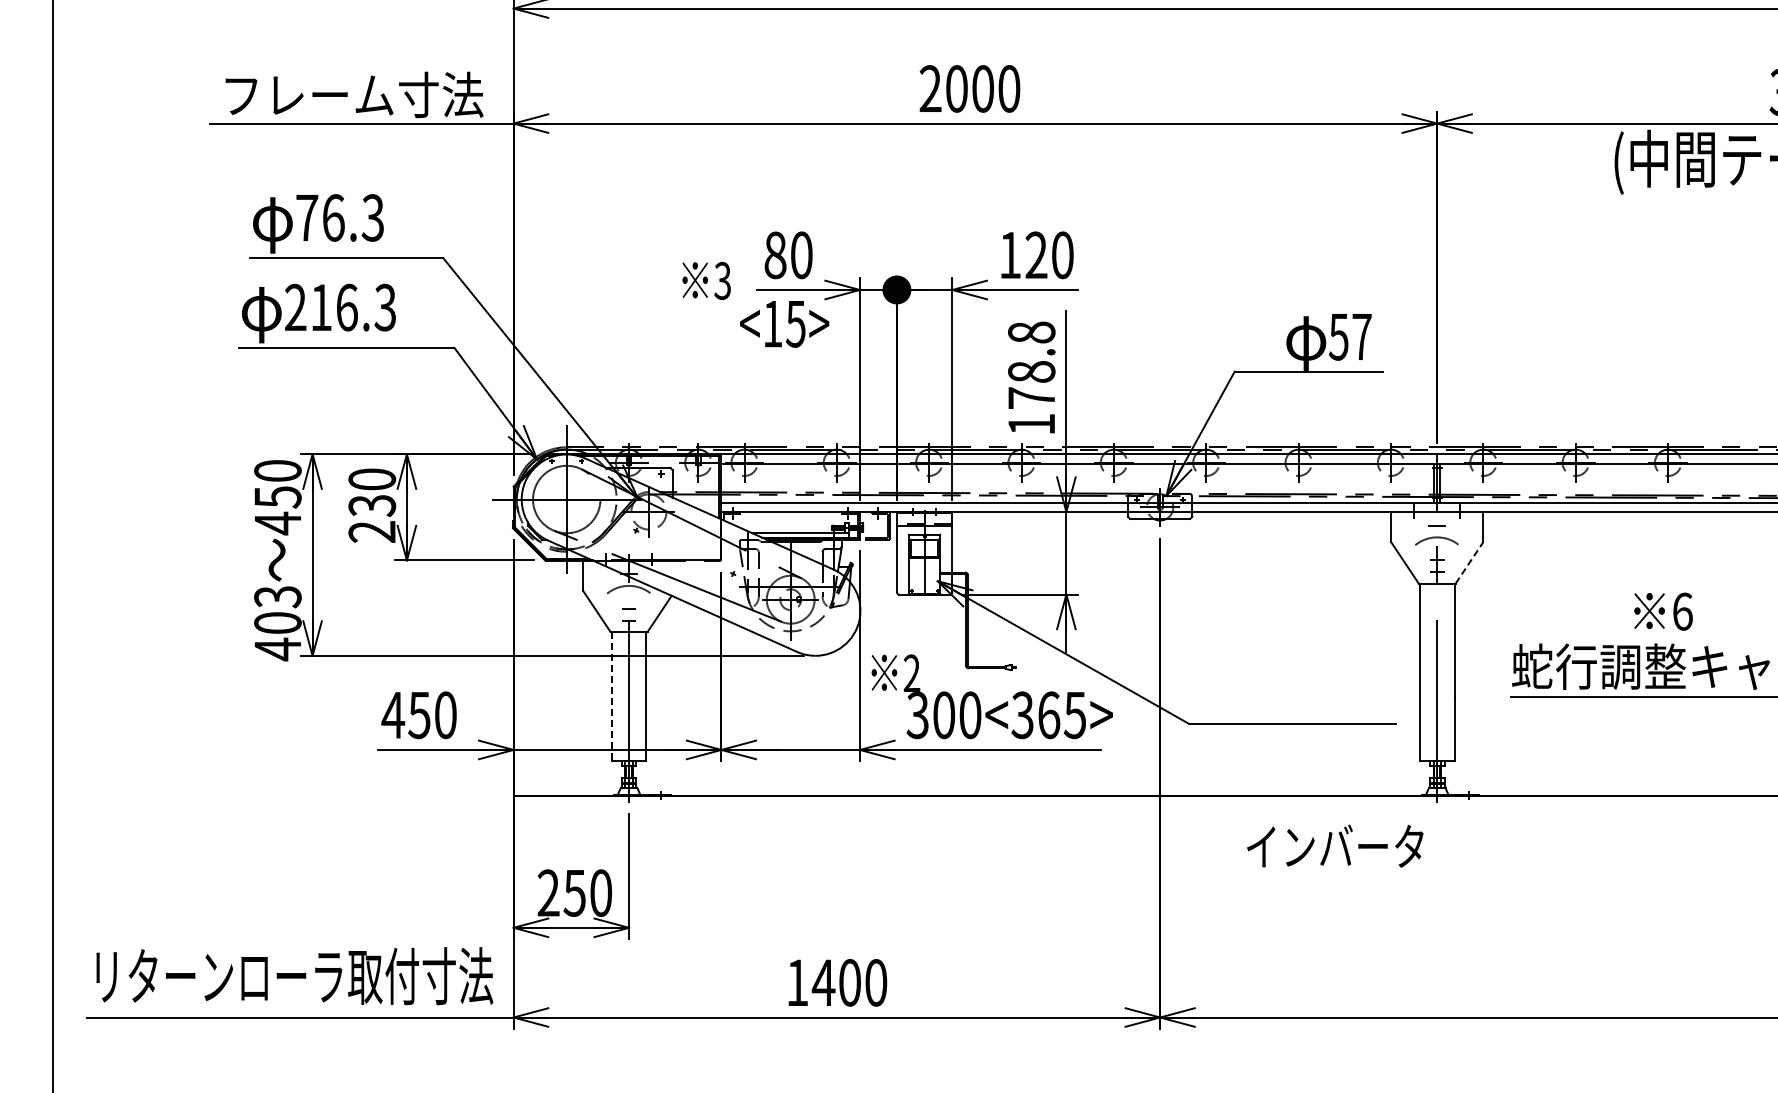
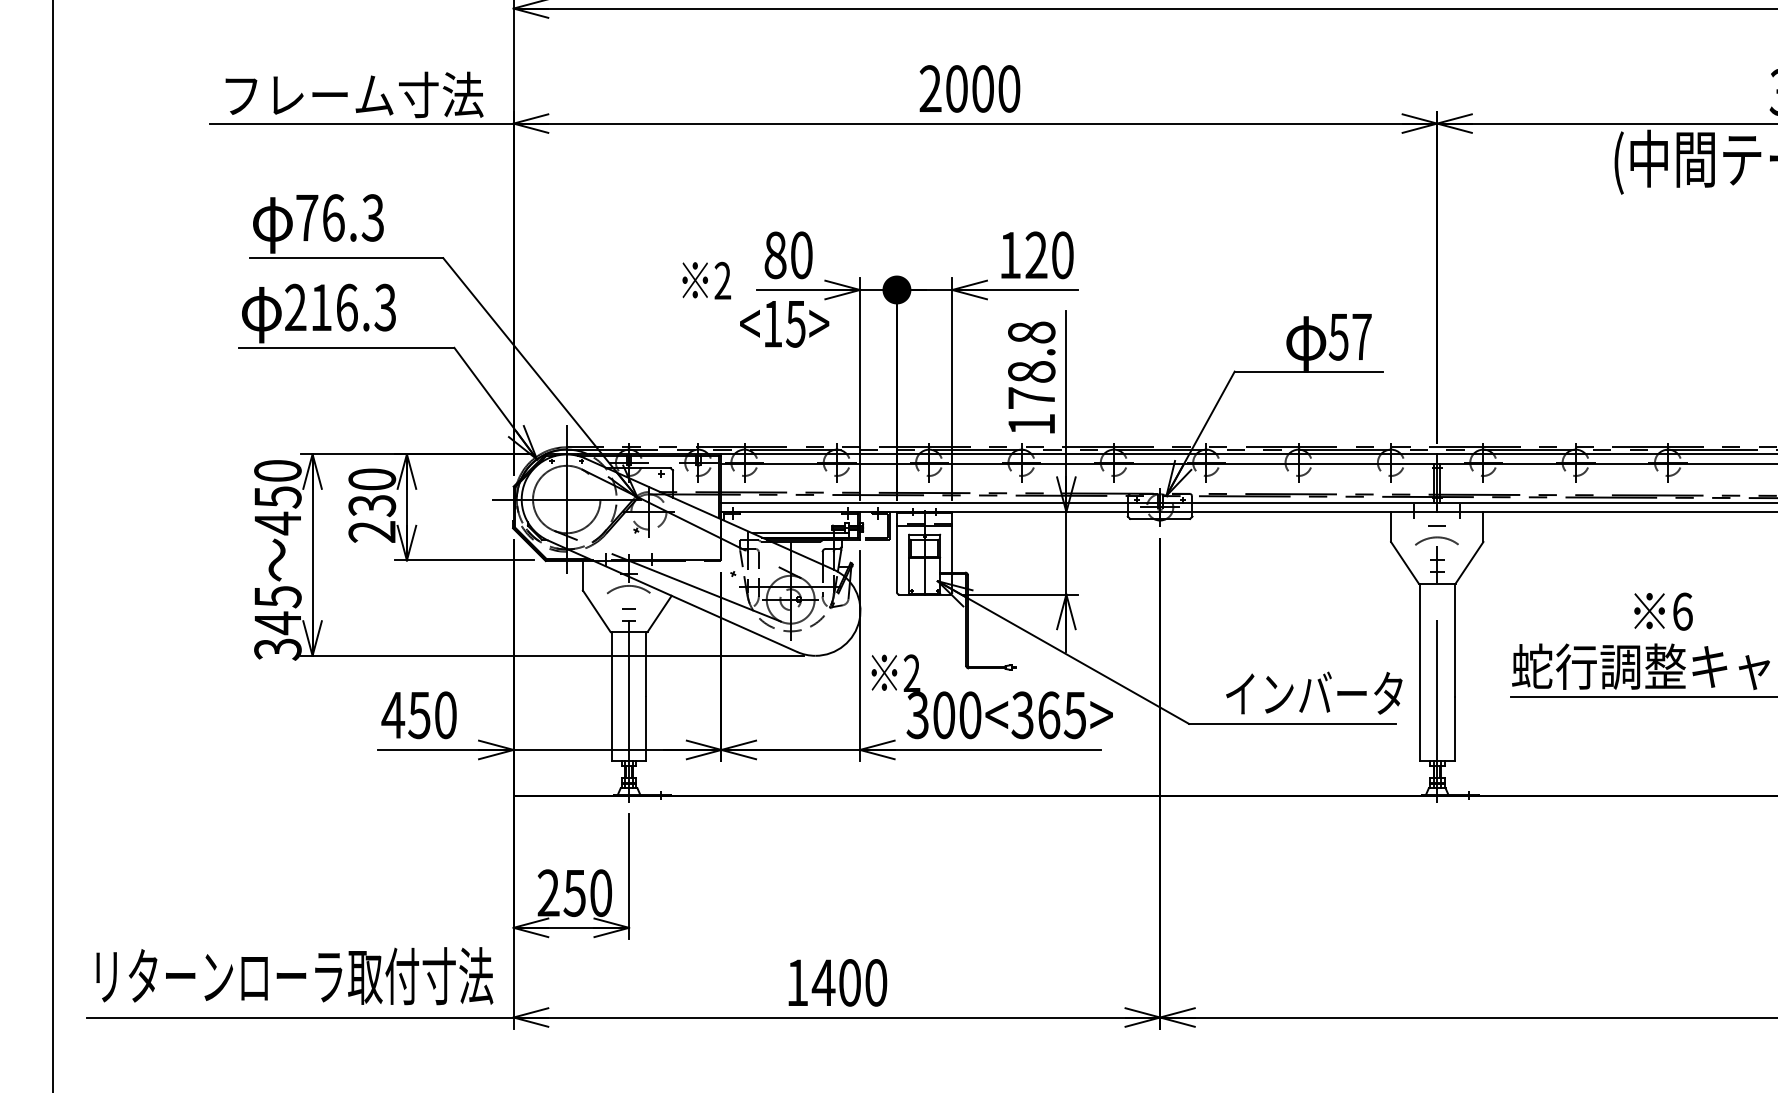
text at (722, 281): 3 -> 2
line at (1469, 562): dashed -> solid
text at (277, 623): 403 -> 345
line at (611, 696): dashed -> solid
text at (1335, 845) position: (1335, 845) -> (1314, 692)
